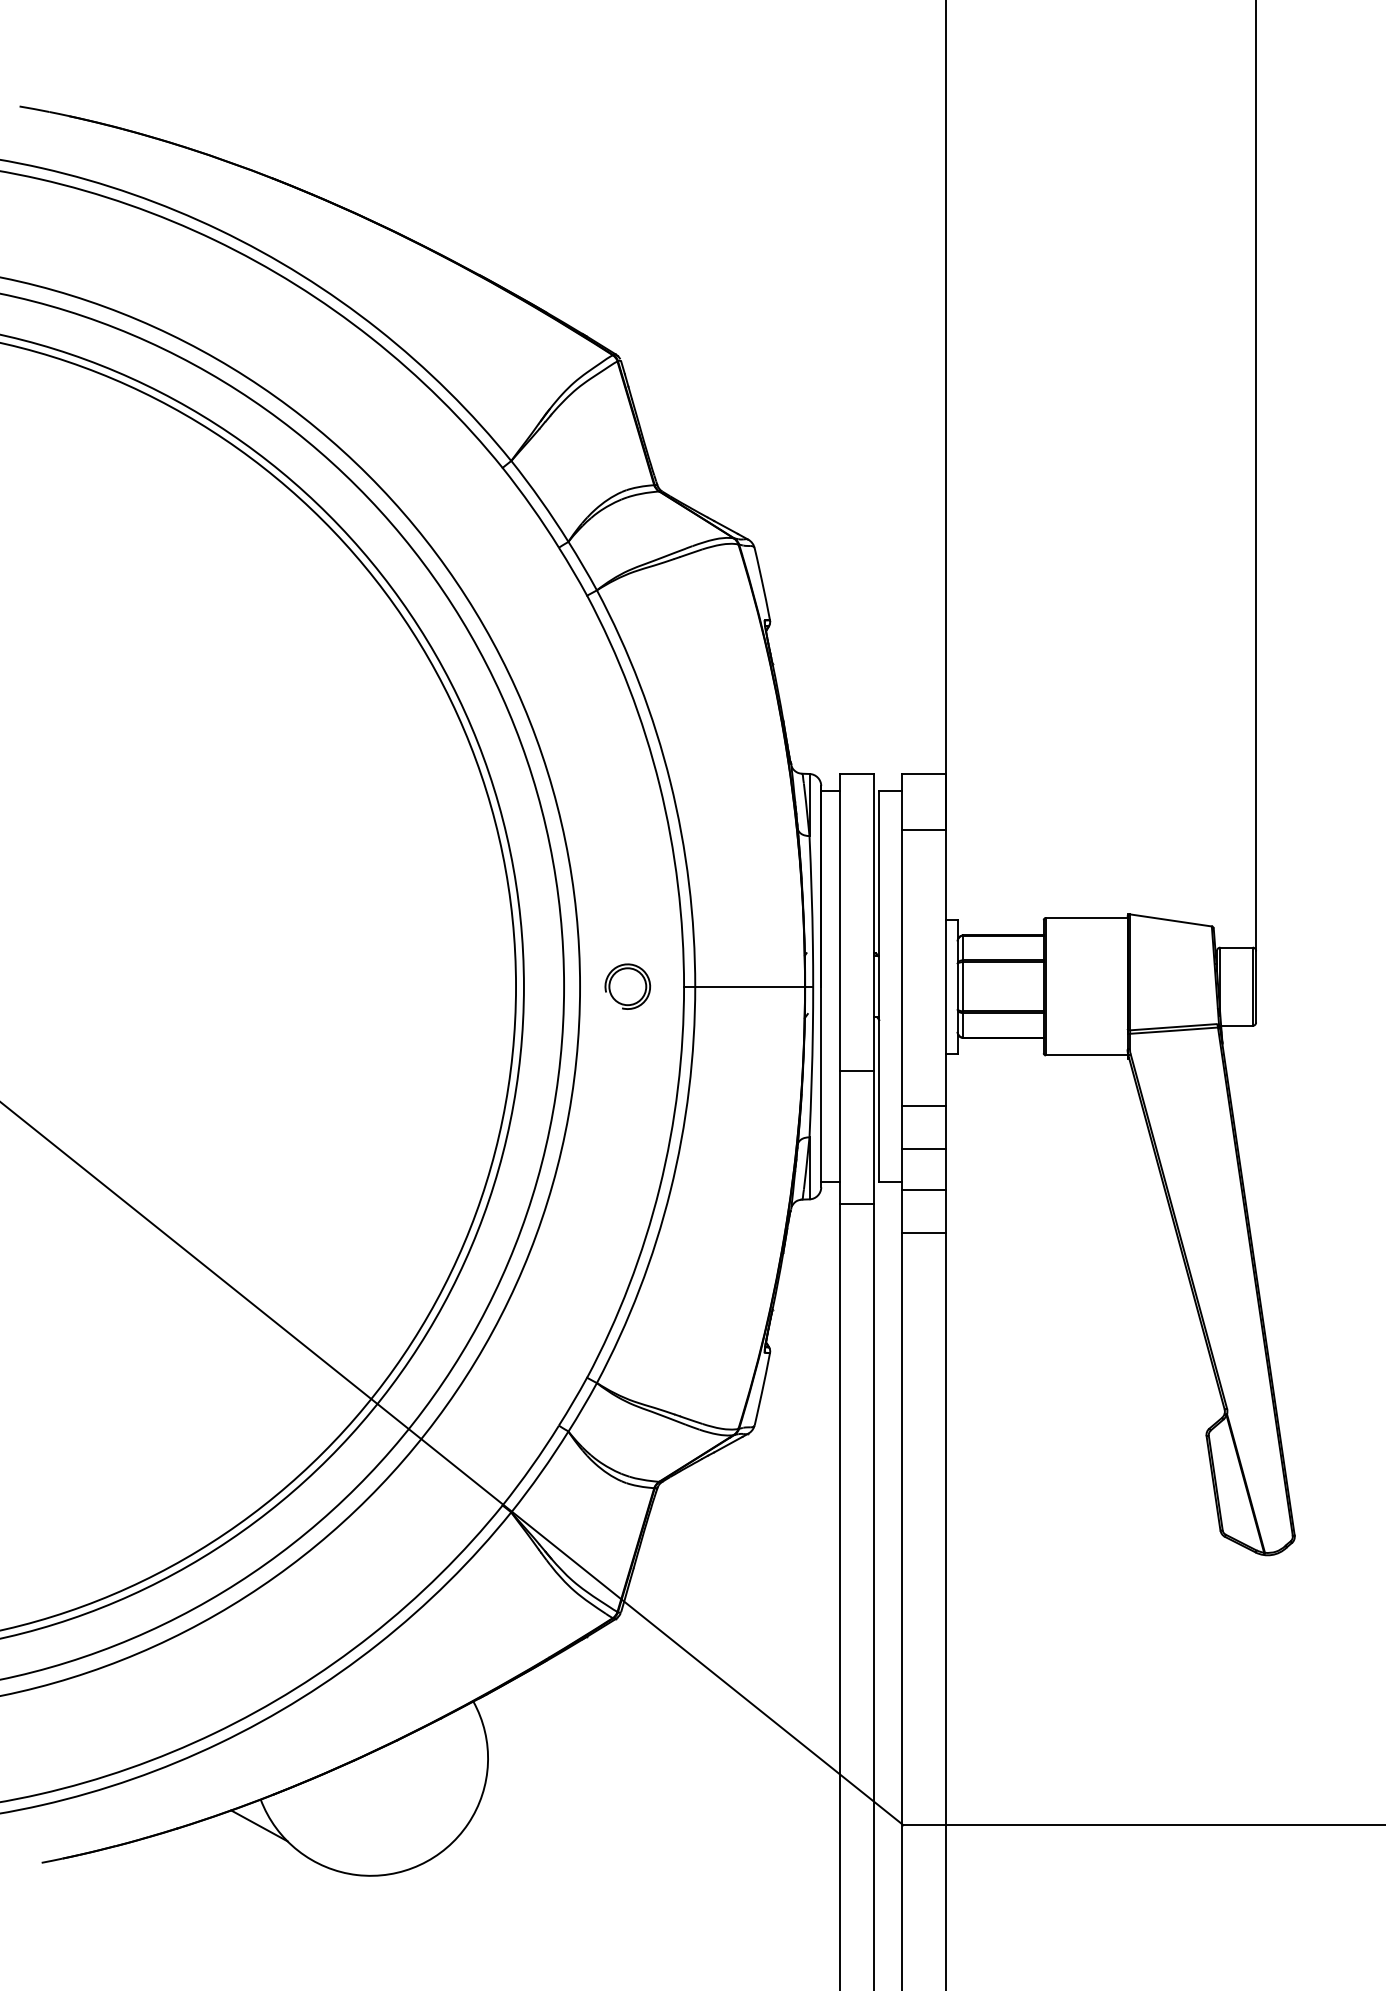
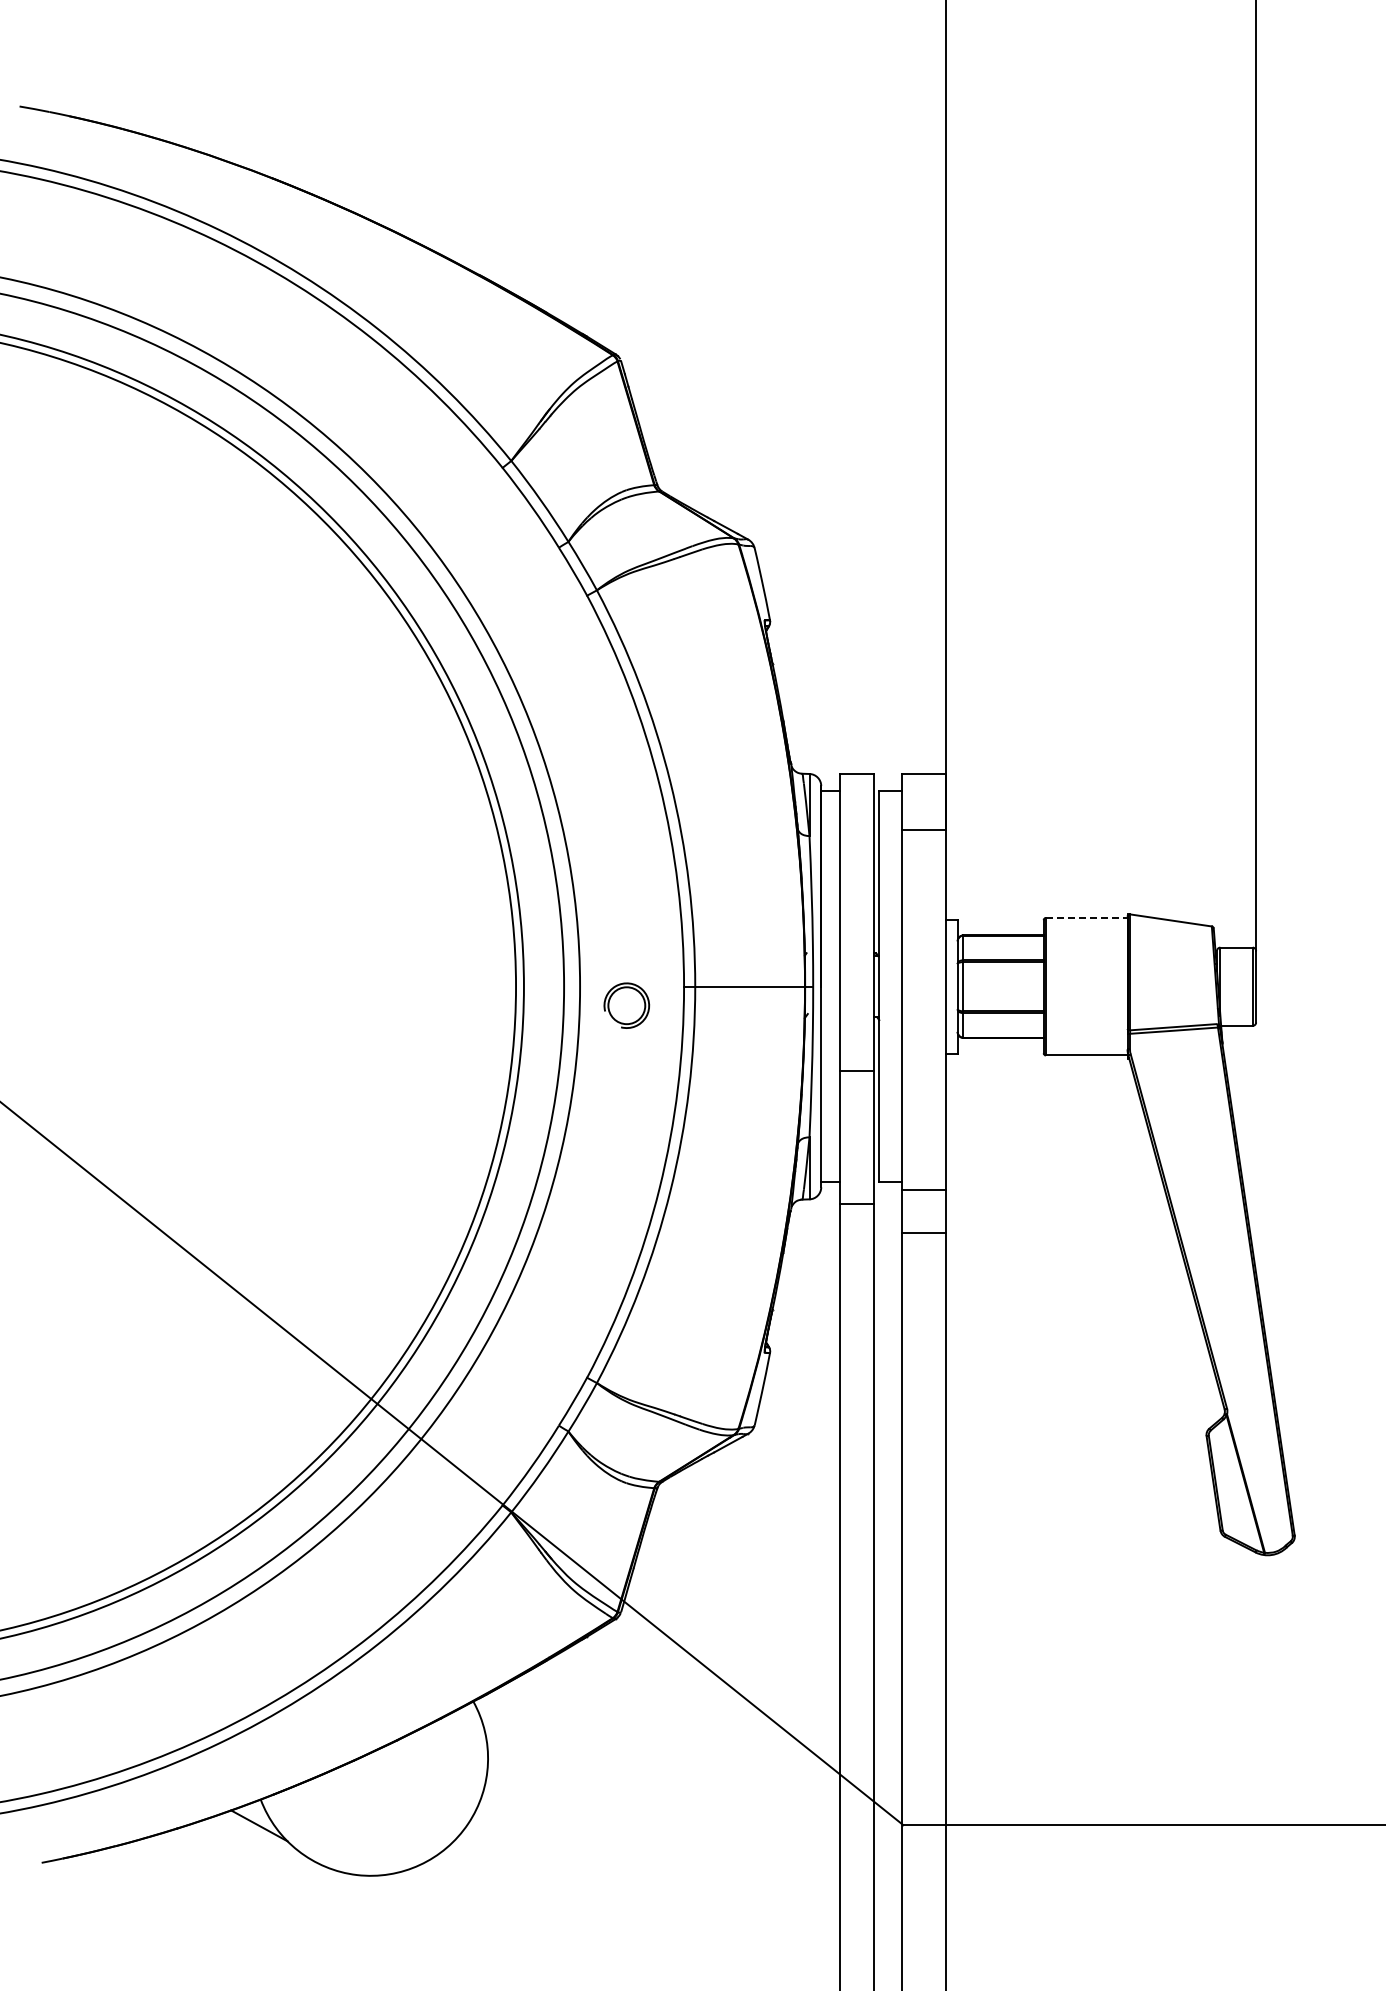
line at (1086, 917): solid -> dashed
part at (627, 986) position: (627, 986) -> (626, 1005)
line at (923, 1105): present -> none
line at (923, 1148): present -> none
